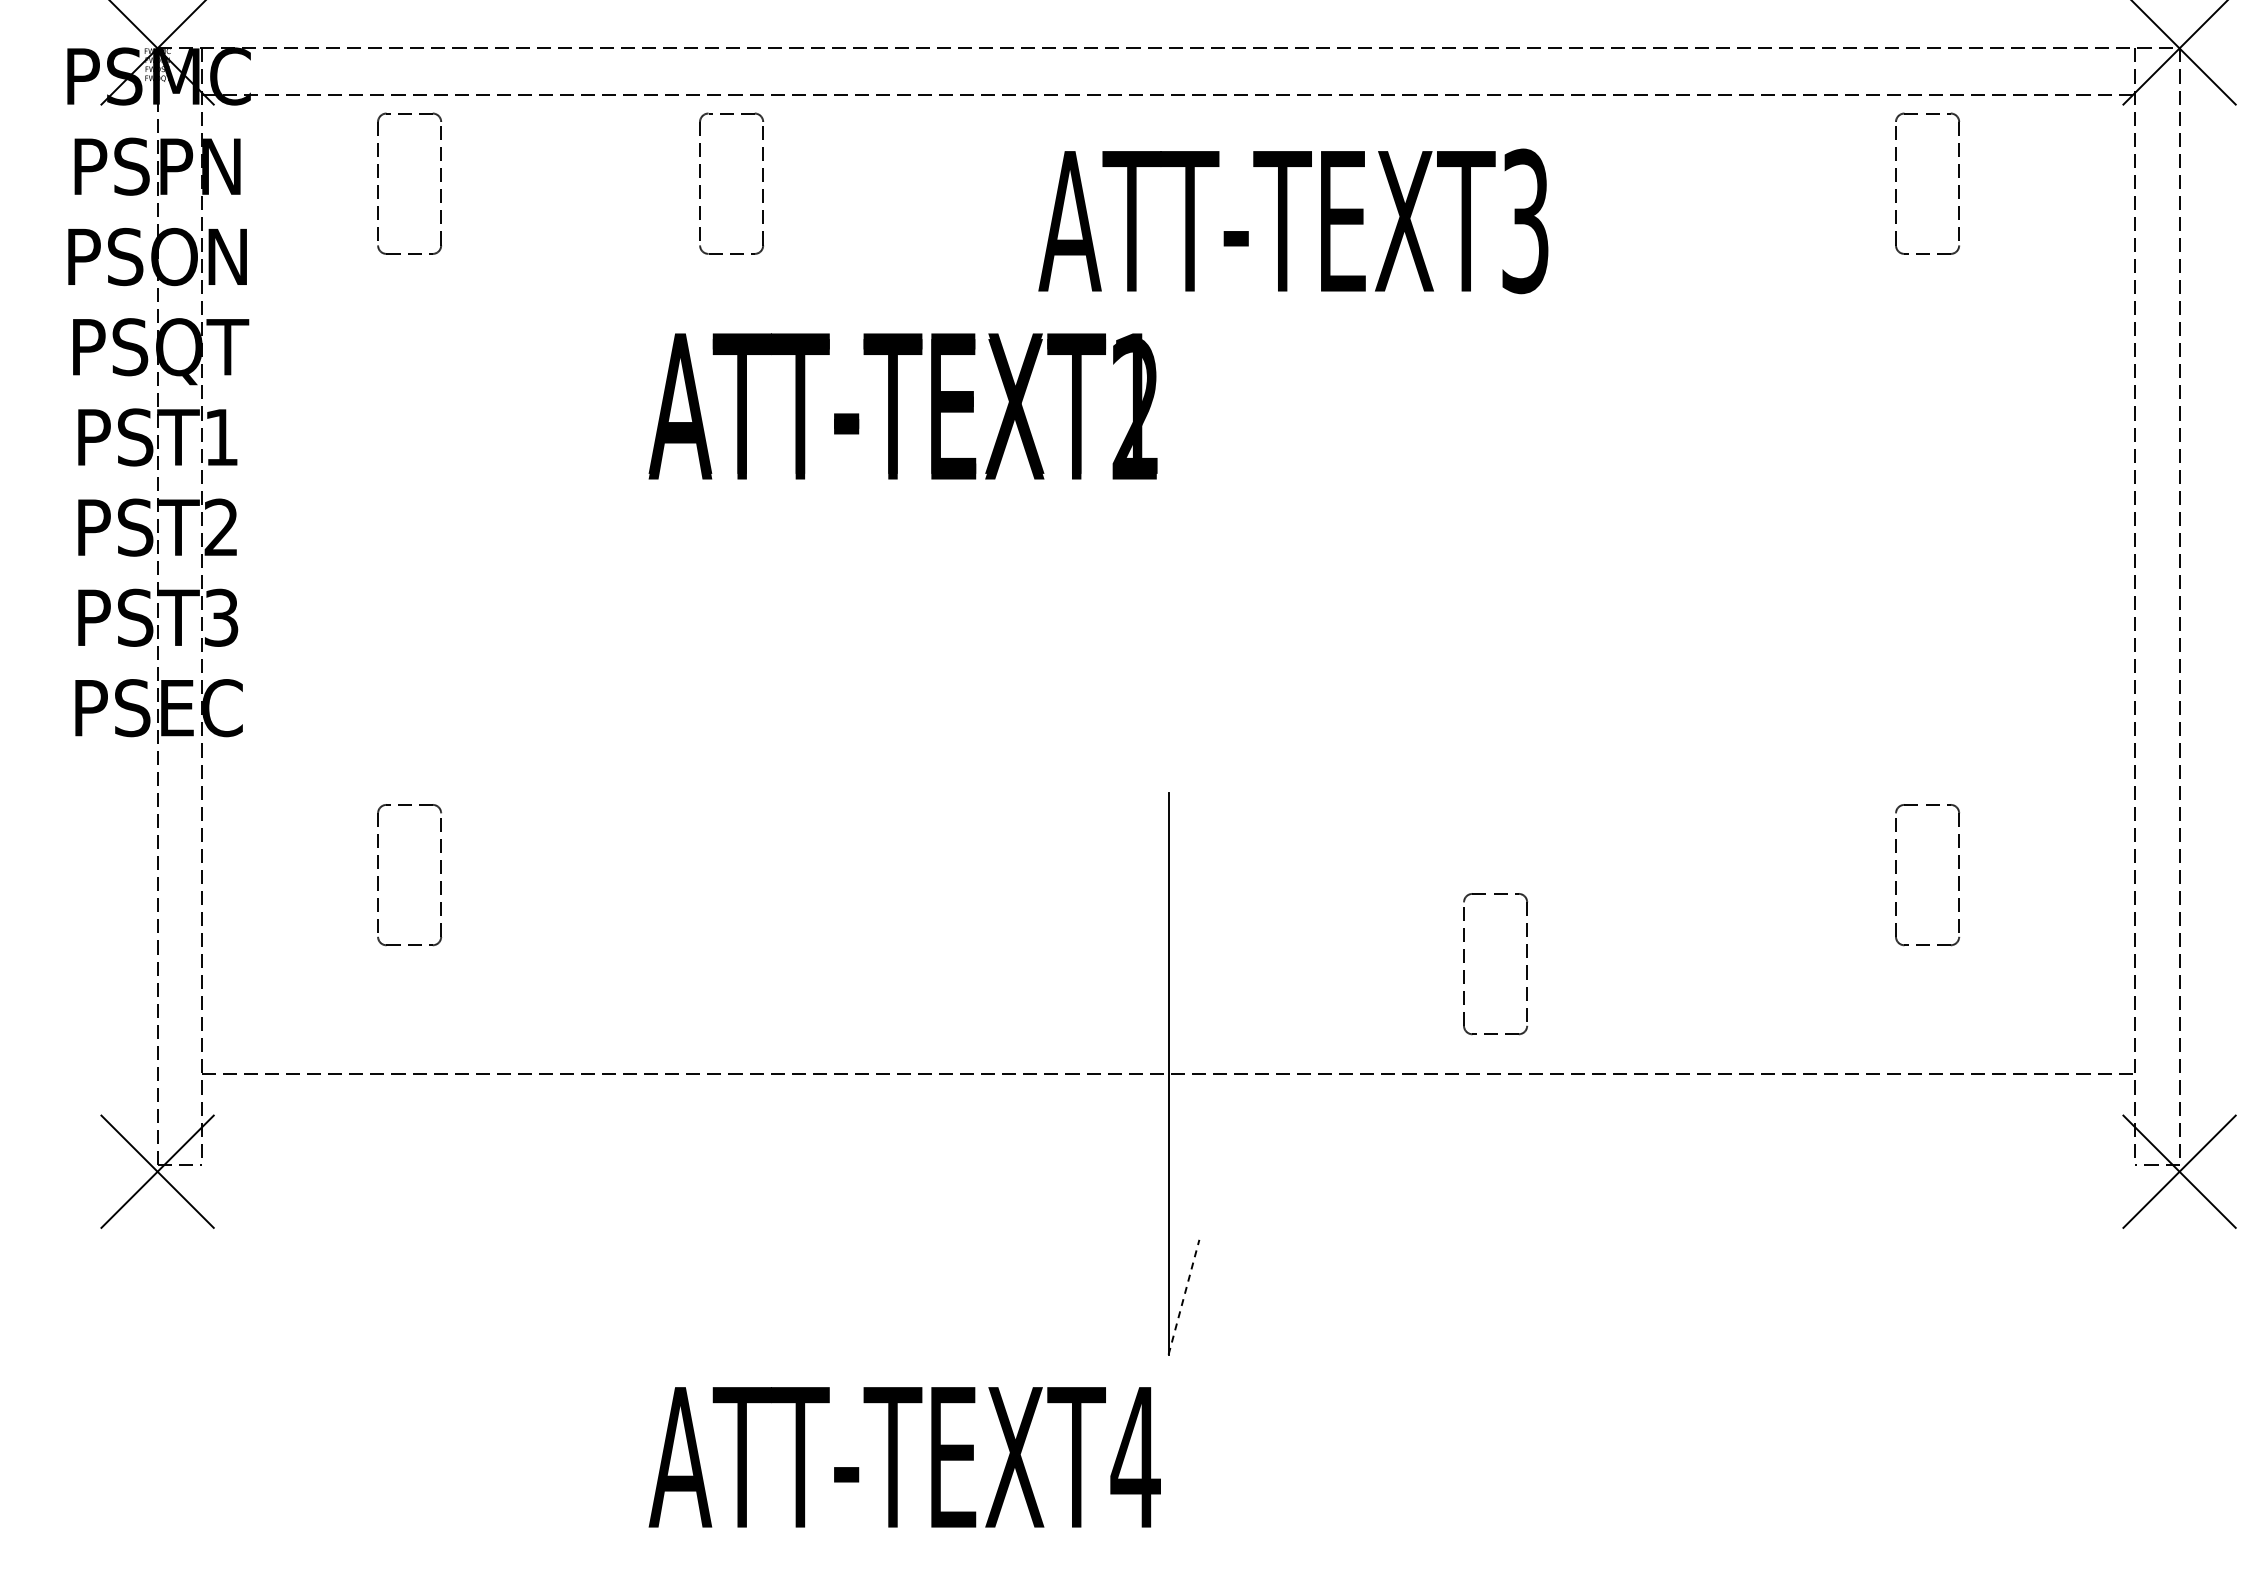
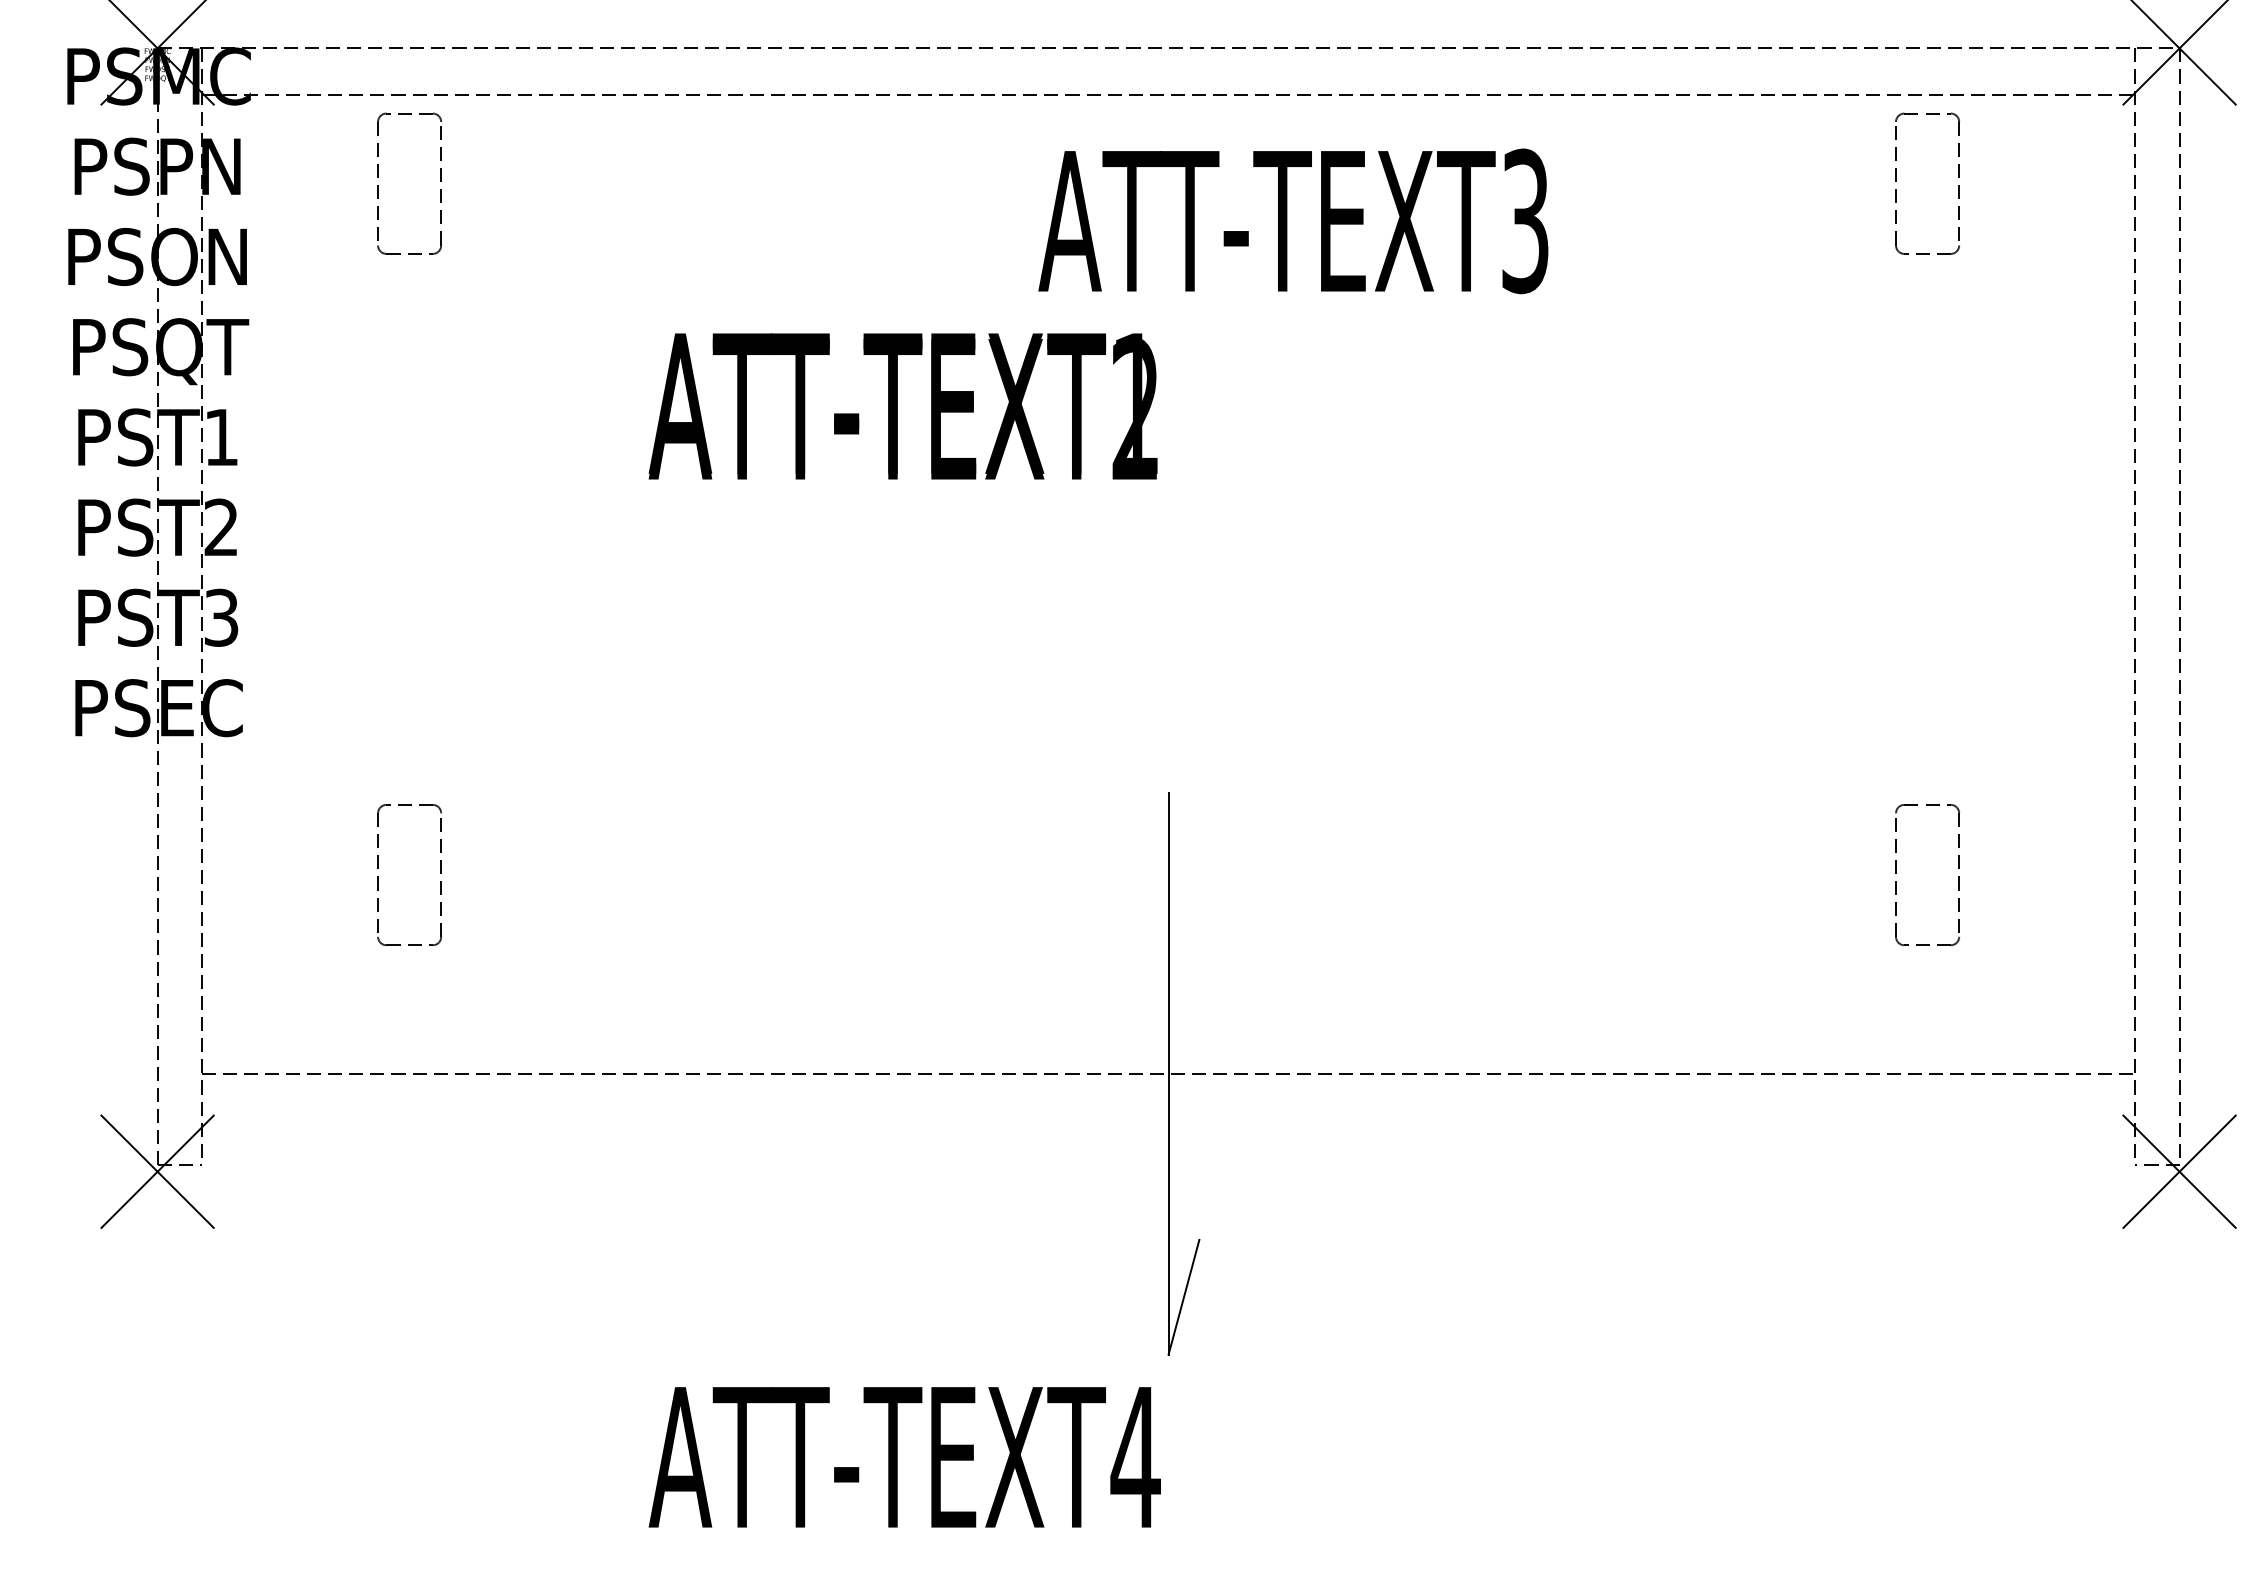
part at (762, 181): present -> none
part at (1526, 965): present -> none
line at (1184, 1296): dashed -> solid
